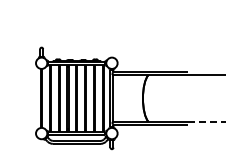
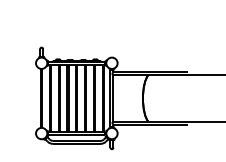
line at (207, 121): dashed -> solid
